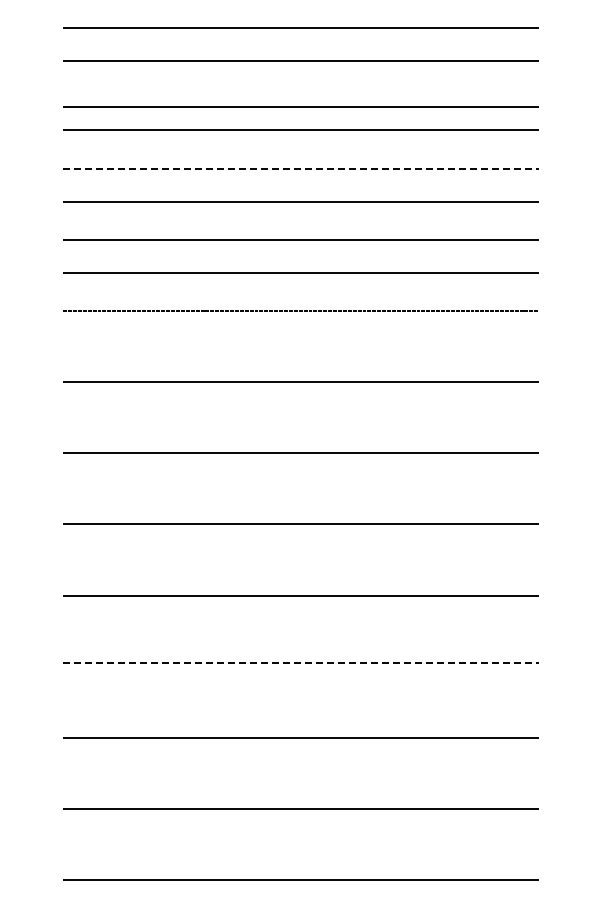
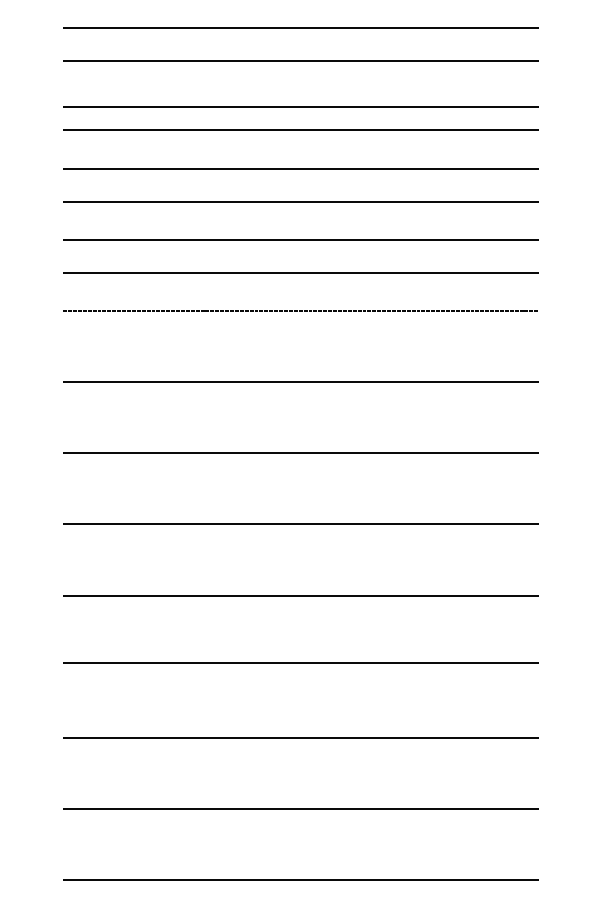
line at (301, 168): dashed -> solid
line at (301, 662): dashed -> solid
